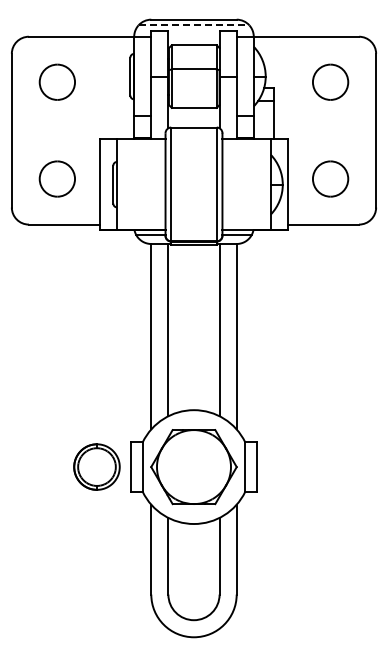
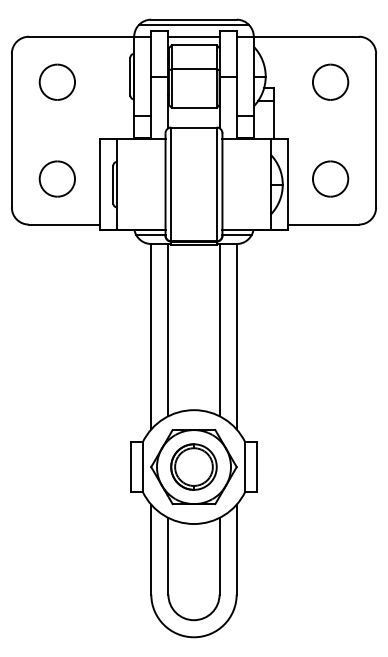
line at (194, 25): dashed -> solid
line at (193, 36): none -> present
part at (96, 466) position: (96, 466) -> (193, 466)
